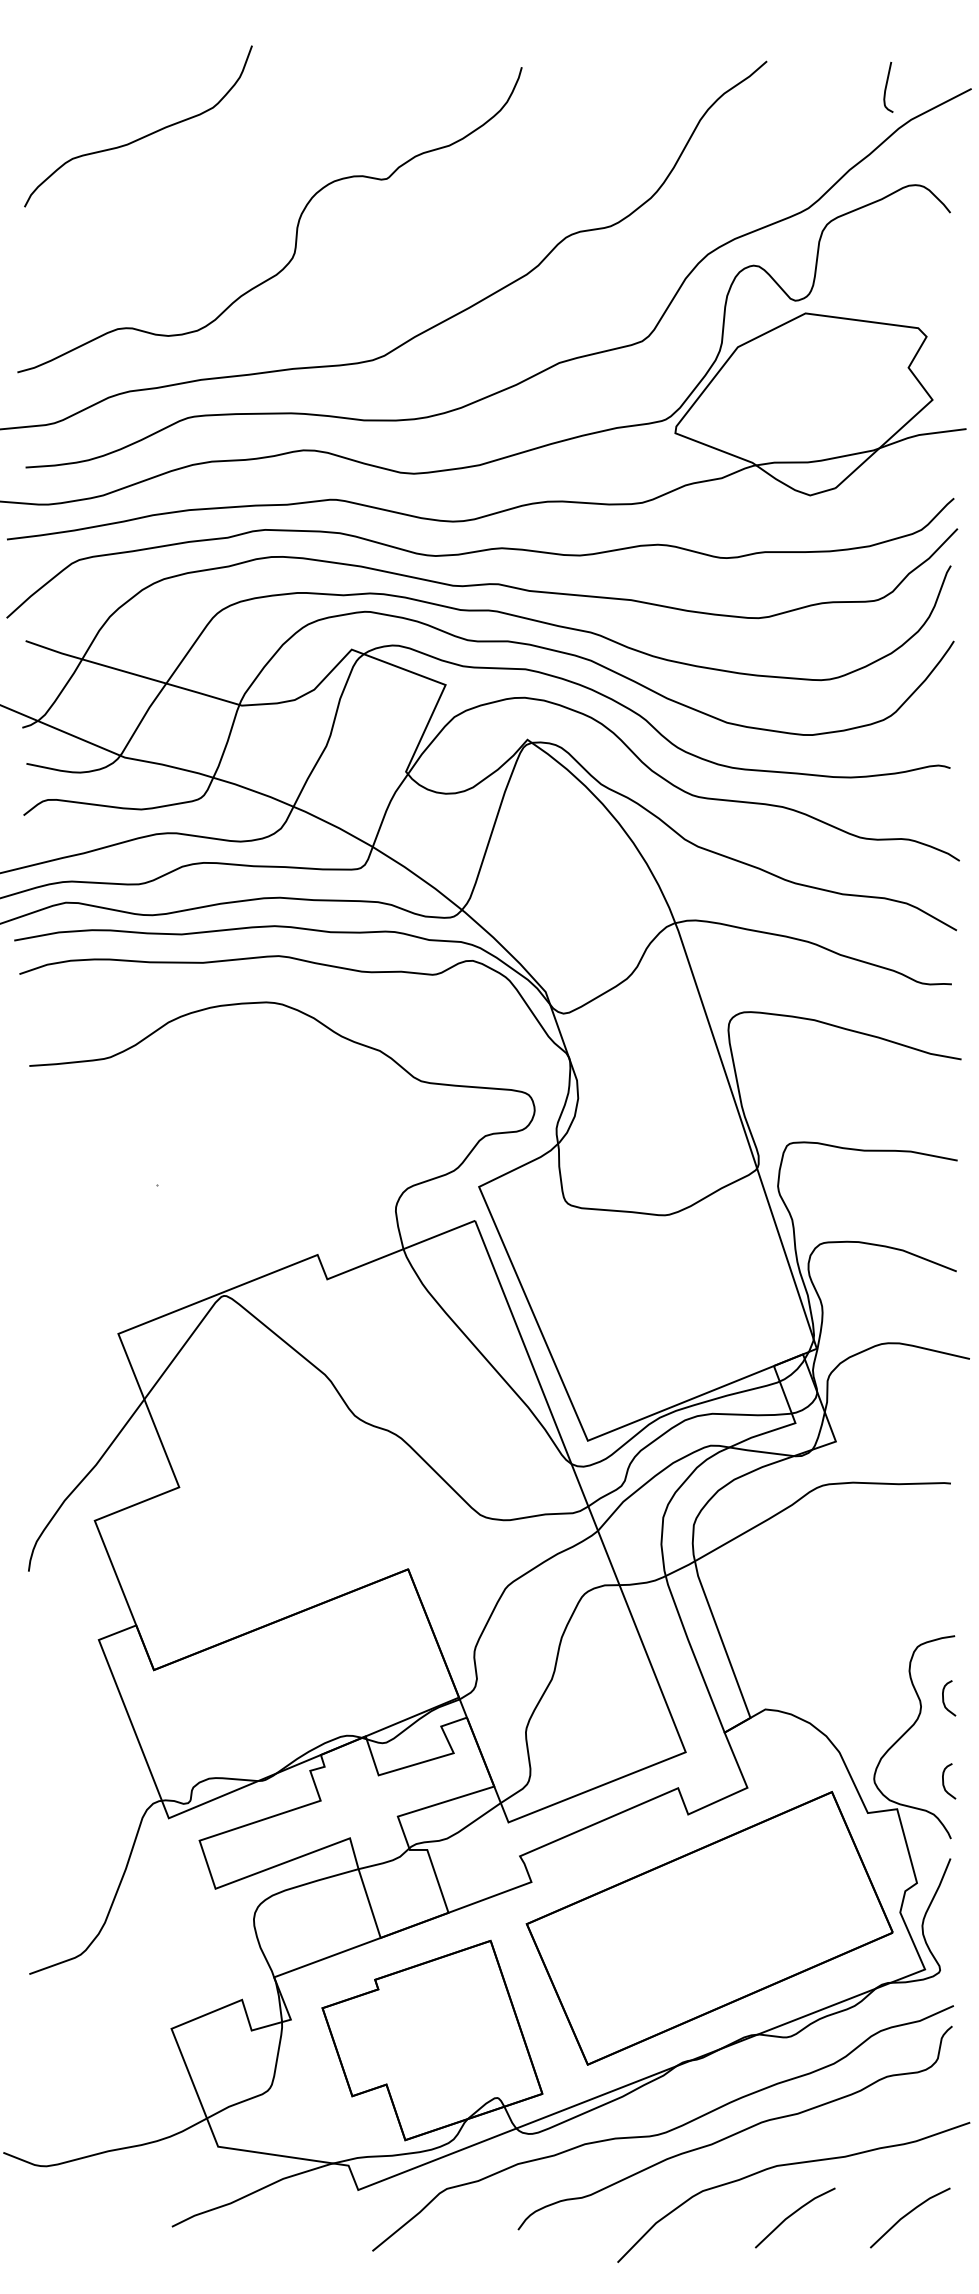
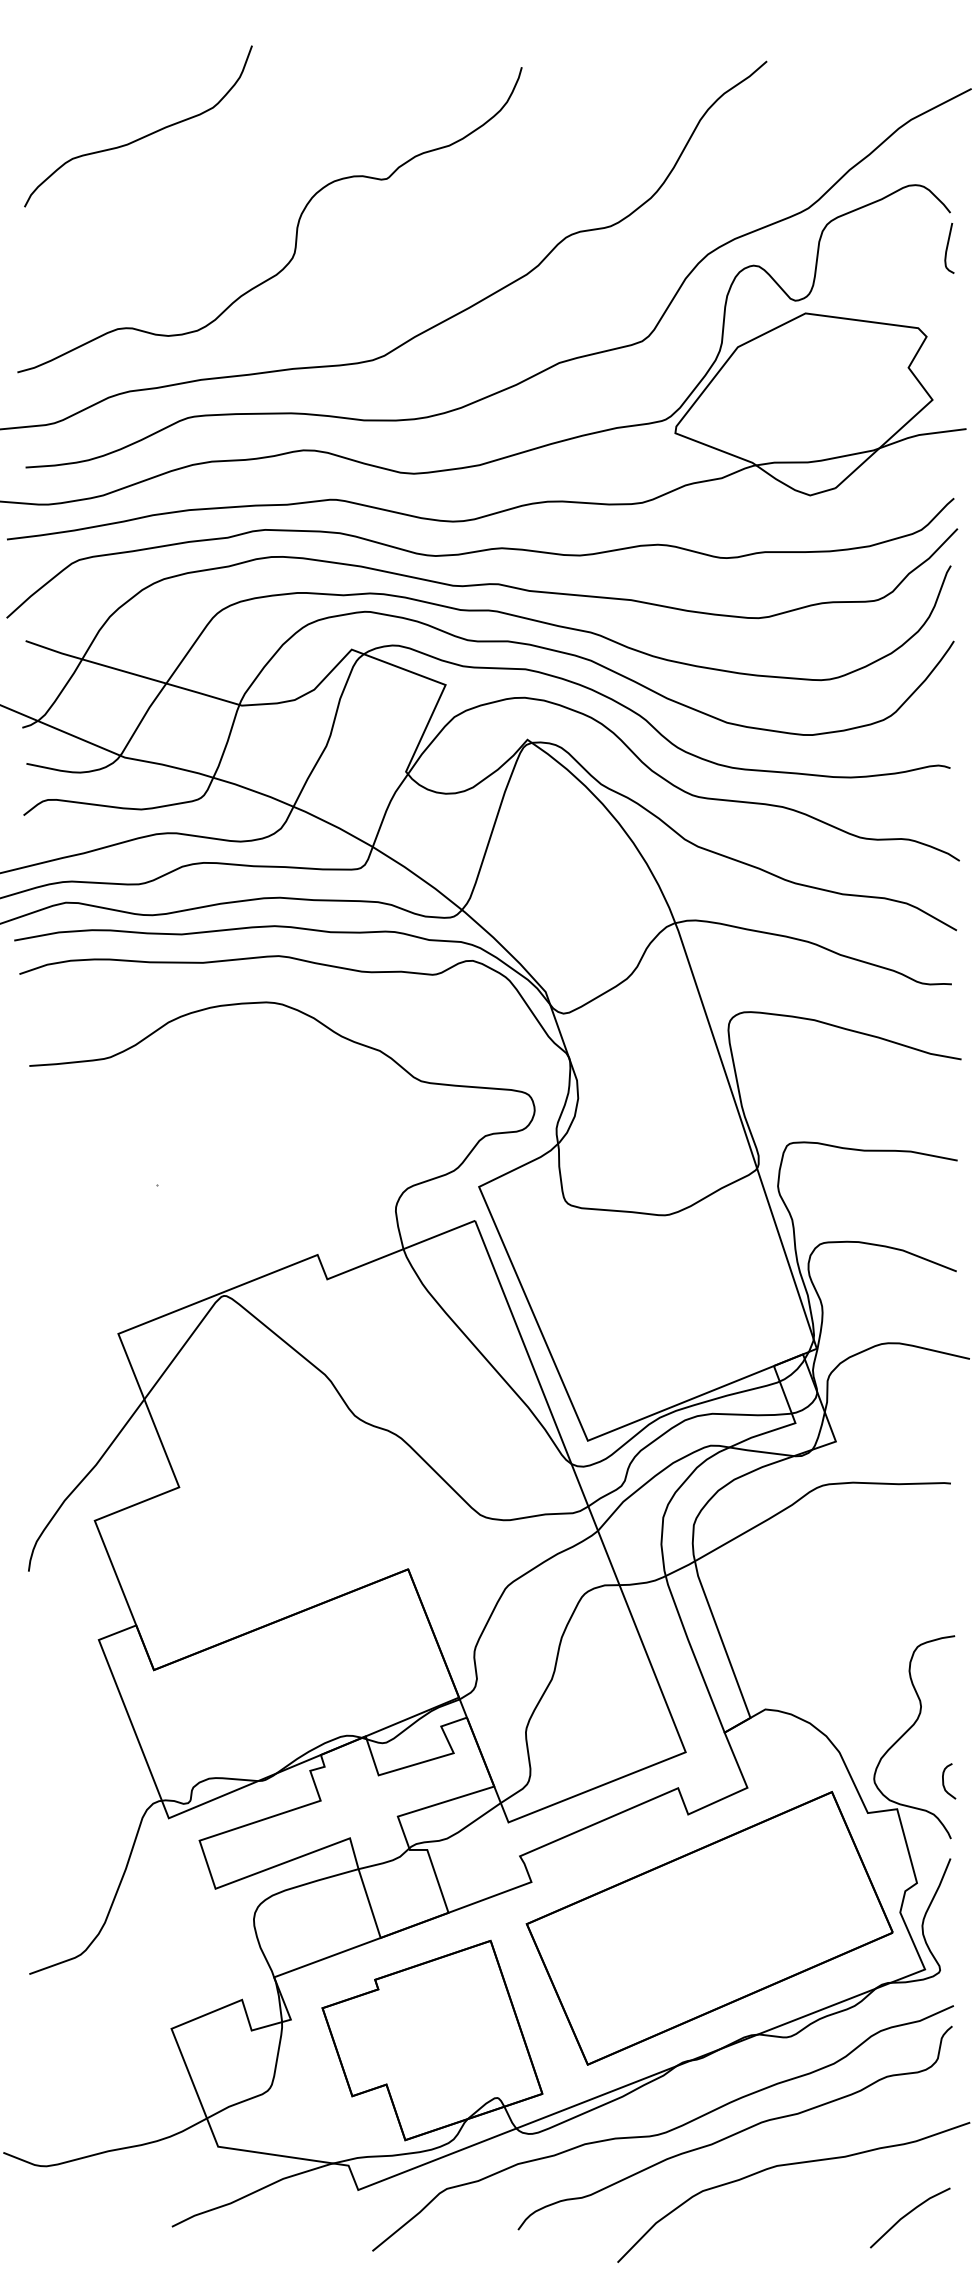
curve at (887, 85) position: (887, 85) -> (948, 246)
curve at (944, 1699): present -> none
line at (793, 2214): present -> none
